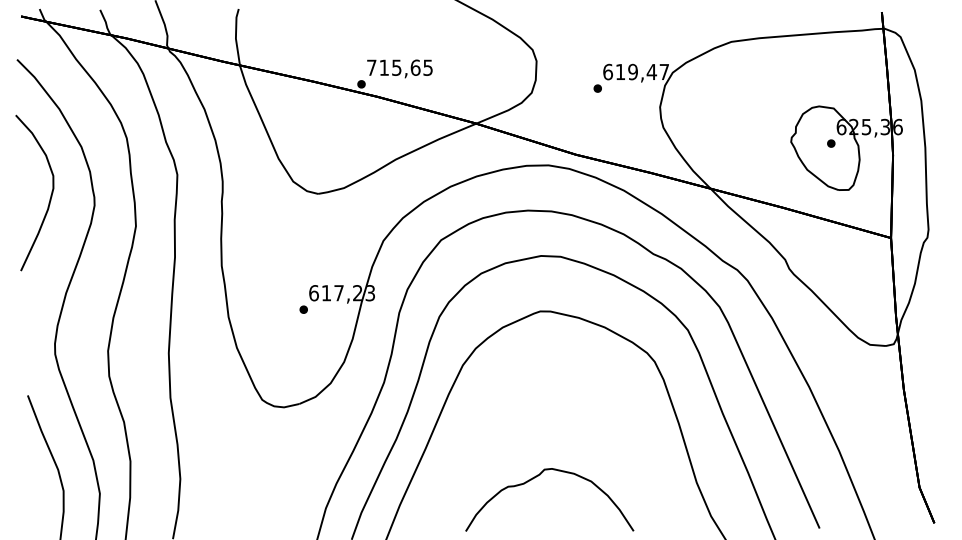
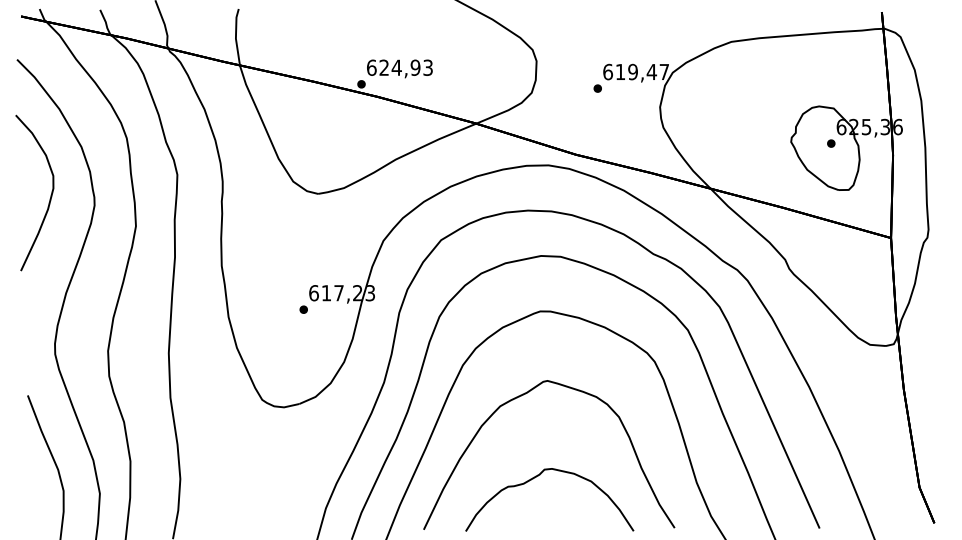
text at (399, 67): 715,65 -> 624,93
curve at (521, 396): none -> present
